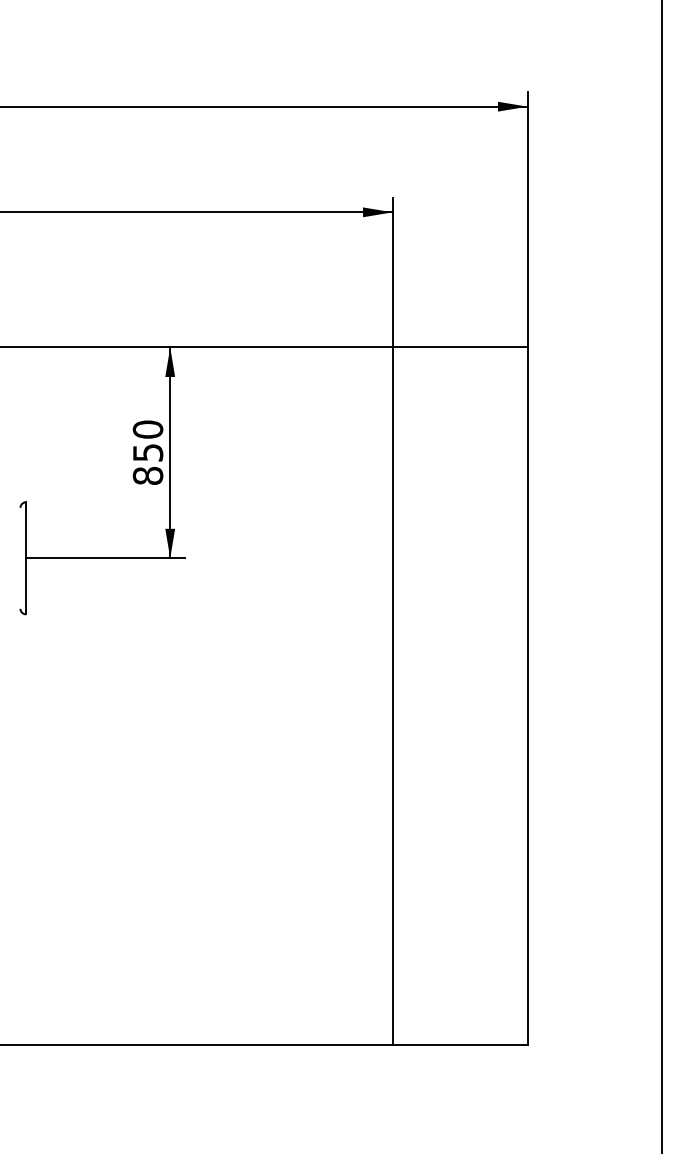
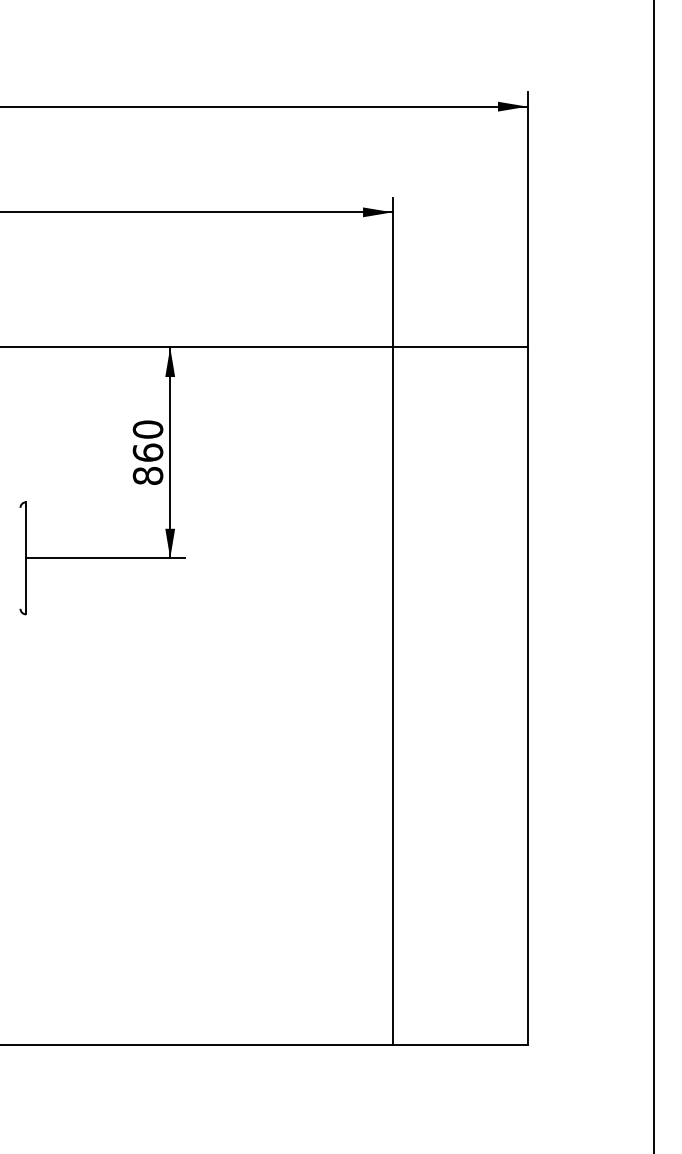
text at (147, 452): 850 -> 860
line at (661, 576) position: (661, 576) -> (653, 576)
